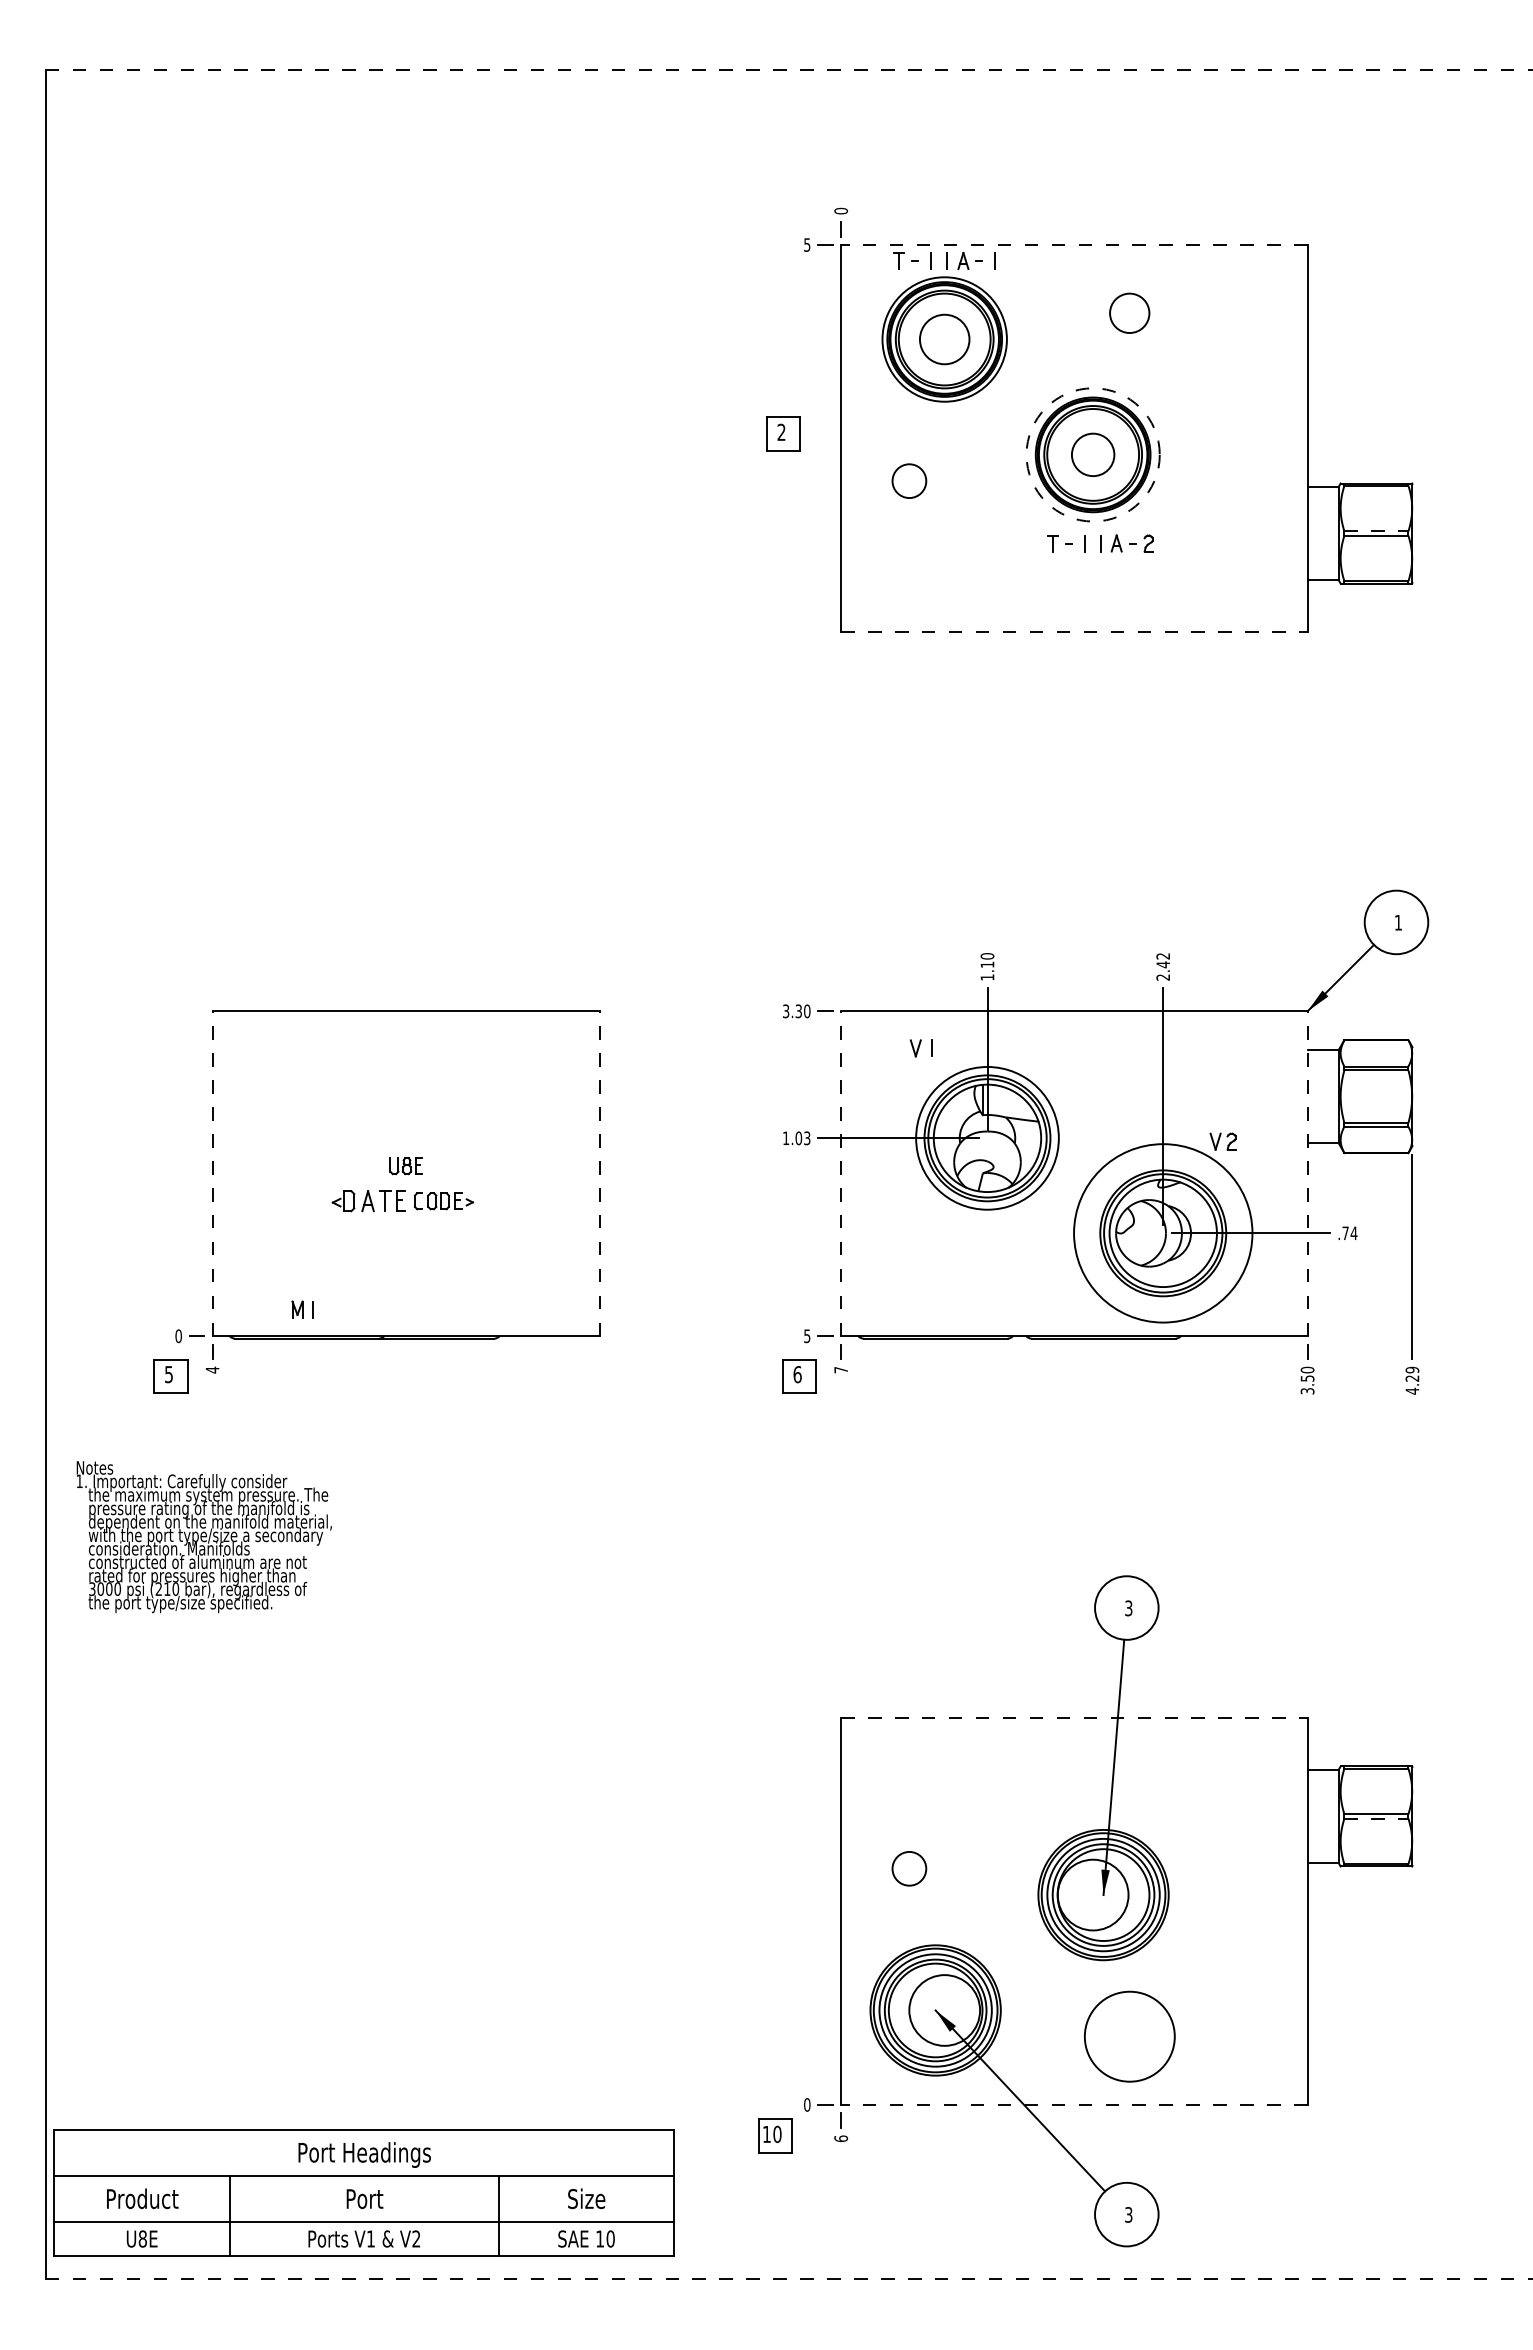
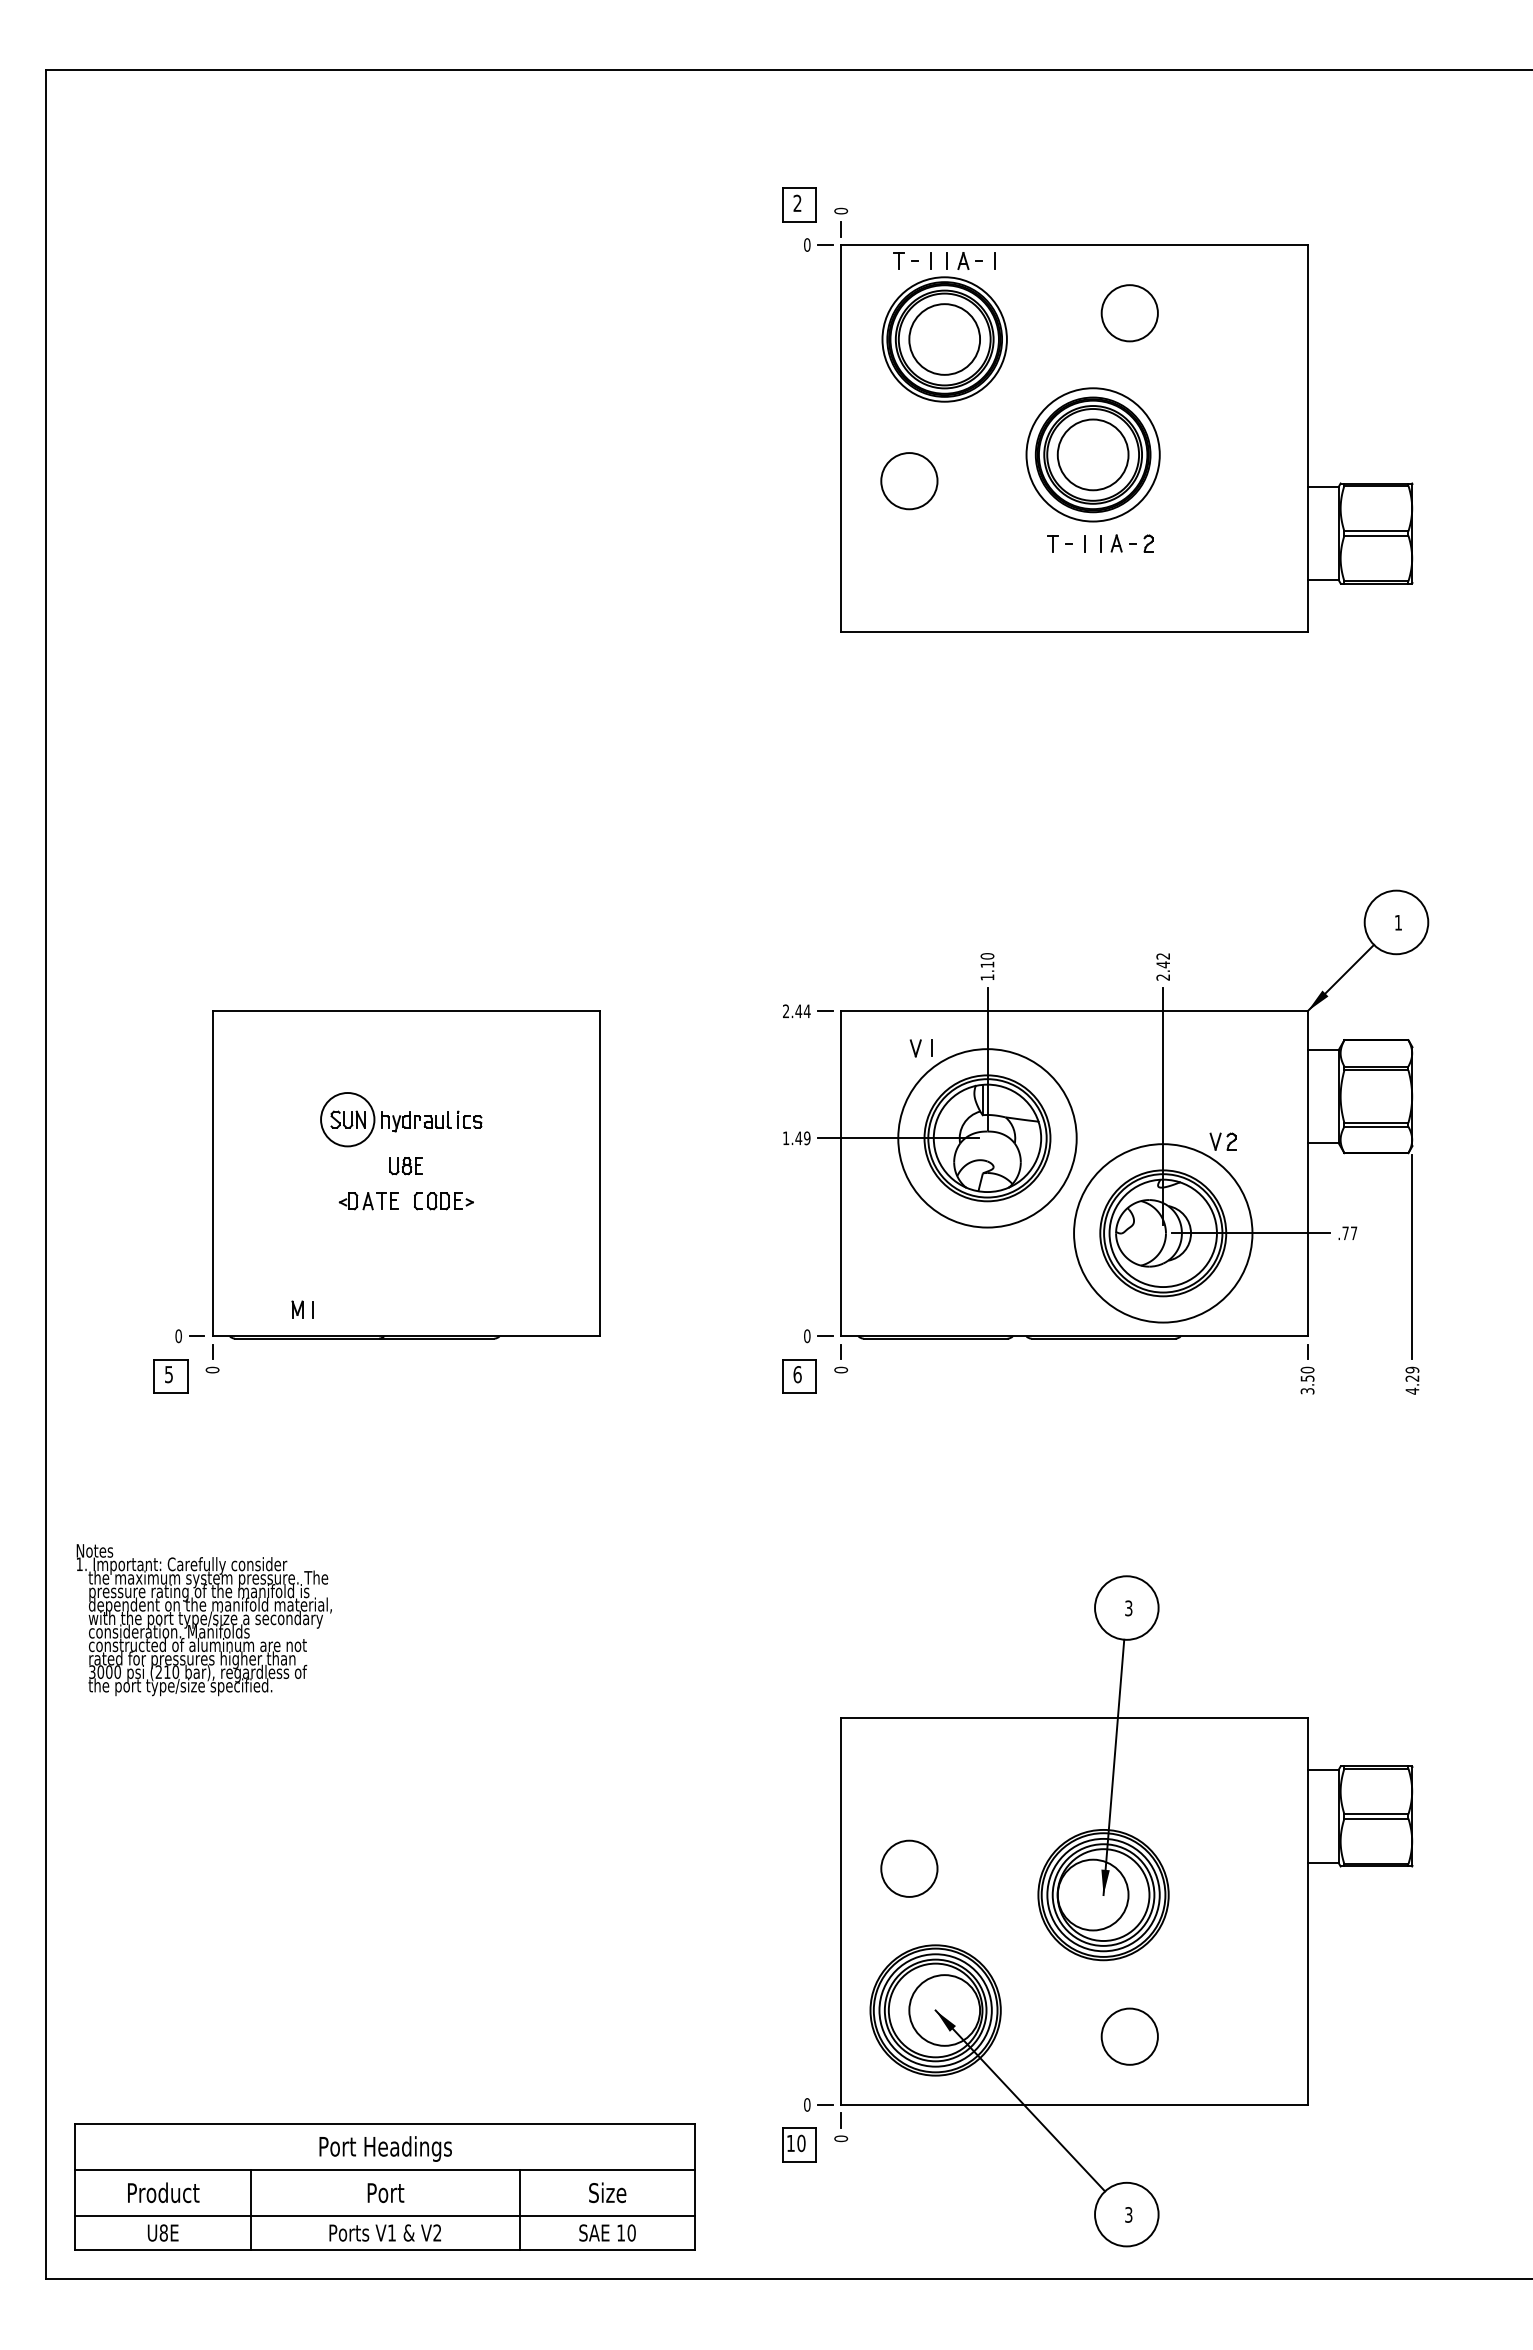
line at (789, 70): dashed -> solid
text at (807, 244): 5 -> 0
line at (1073, 245): dashed -> solid
circle at (1129, 312) size: 42x42 px -> 59x59 px
circle at (944, 339) diameter: 50 px -> 71 px
part at (783, 433) position: (783, 433) -> (799, 204)
circle at (1092, 454) diameter: 42 px -> 71 px
circle at (1092, 454): dashed -> solid
circle at (909, 481) diameter: 34 px -> 56 px
line at (1376, 531): dashed -> solid
line at (1074, 632): dashed -> solid
text at (796, 1011): 3.30 -> 2.44
part at (401, 1119): none -> present
circle at (987, 1137) diameter: 143 px -> 178 px
text at (802, 1138): 1.03 -> 1.49
line at (212, 1173): dashed -> solid
line at (599, 1173): dashed -> solid
line at (841, 1173): dashed -> solid
line at (1307, 1173): dashed -> solid
part at (368, 1201) size: 75x23 px -> 61x19 px
text at (1353, 1233): .74 -> .77
text at (807, 1336): 5 -> 0
text at (212, 1369): 4 -> 0
text at (841, 1369): 7 -> 0
text at (203, 1537) position: (203, 1537) -> (203, 1620)
line at (1074, 1717): dashed -> solid
line at (1376, 1818): dashed -> solid
circle at (909, 1868) diameter: 34 px -> 56 px
circle at (1129, 2036) diameter: 90 px -> 56 px
line at (1073, 2104): dashed -> solid
part at (775, 2135) position: (775, 2135) -> (799, 2144)
text at (840, 2138): 6 -> 0
part at (363, 2192) position: (363, 2192) -> (384, 2186)
line at (789, 2279): dashed -> solid
